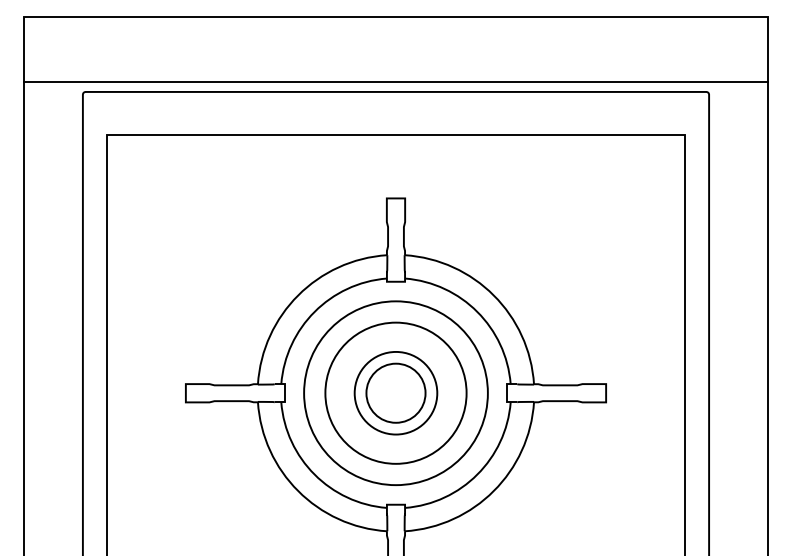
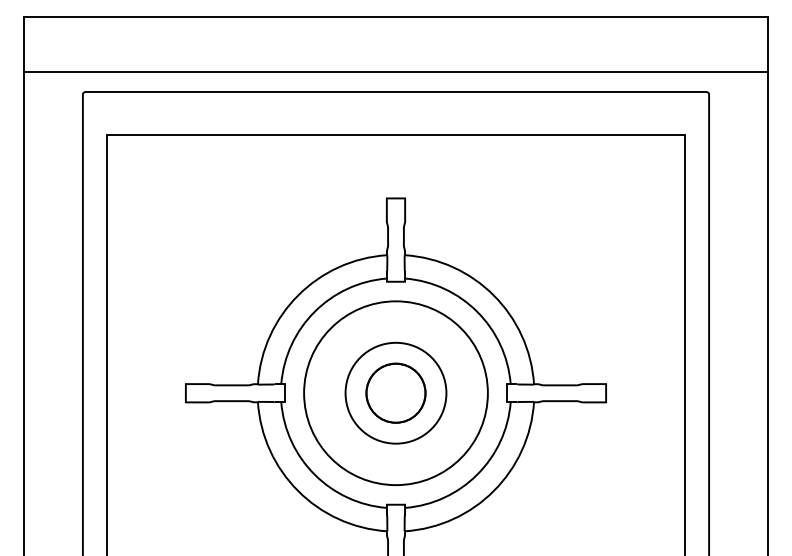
line at (395, 82) position: (395, 82) -> (395, 72)
circle at (395, 392) diameter: 141 px -> 101 px
circle at (395, 392) diameter: 83 px -> 59 px
